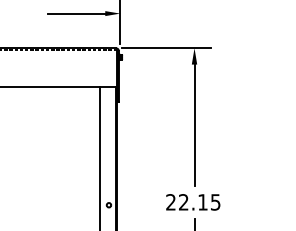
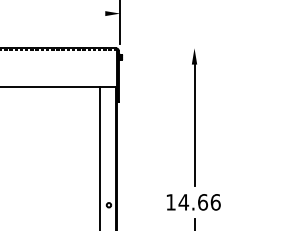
line at (76, 13): present -> none
line at (165, 48): present -> none
text at (193, 202): 22.15 -> 14.66
